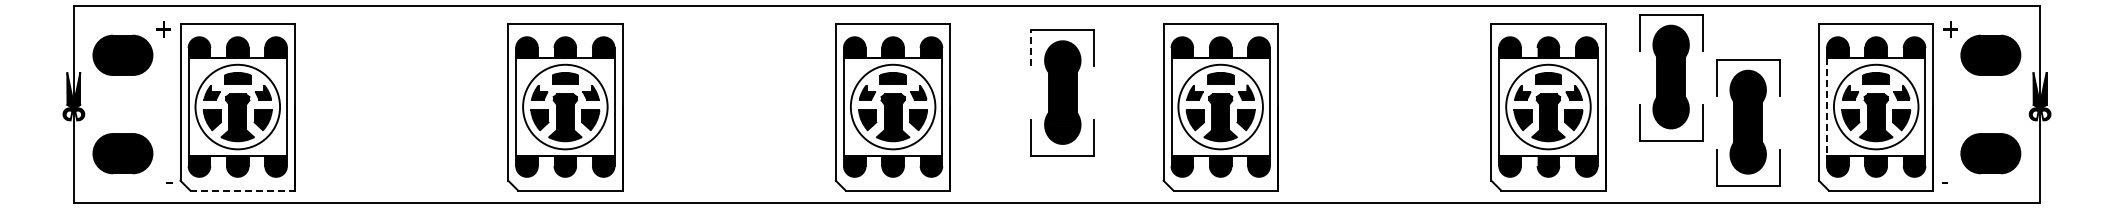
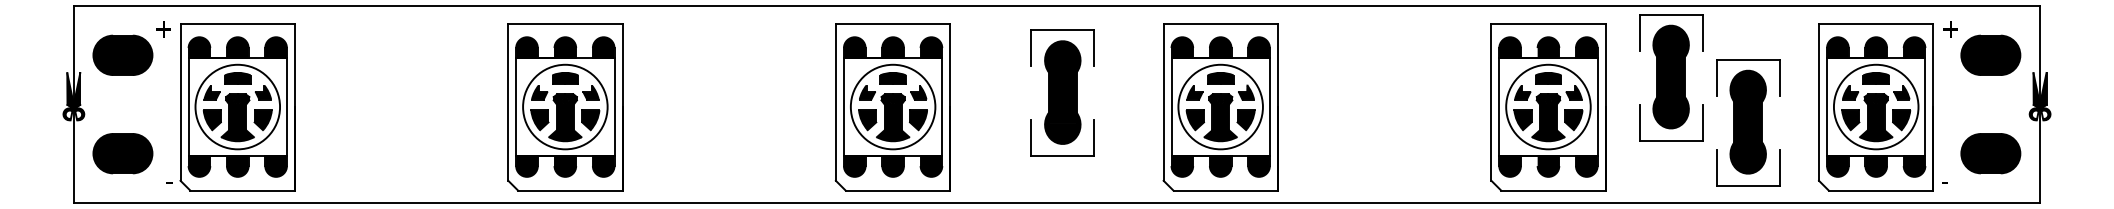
line at (1031, 48): dashed -> solid
line at (1827, 107): dashed -> solid
line at (243, 190): dashed -> solid
